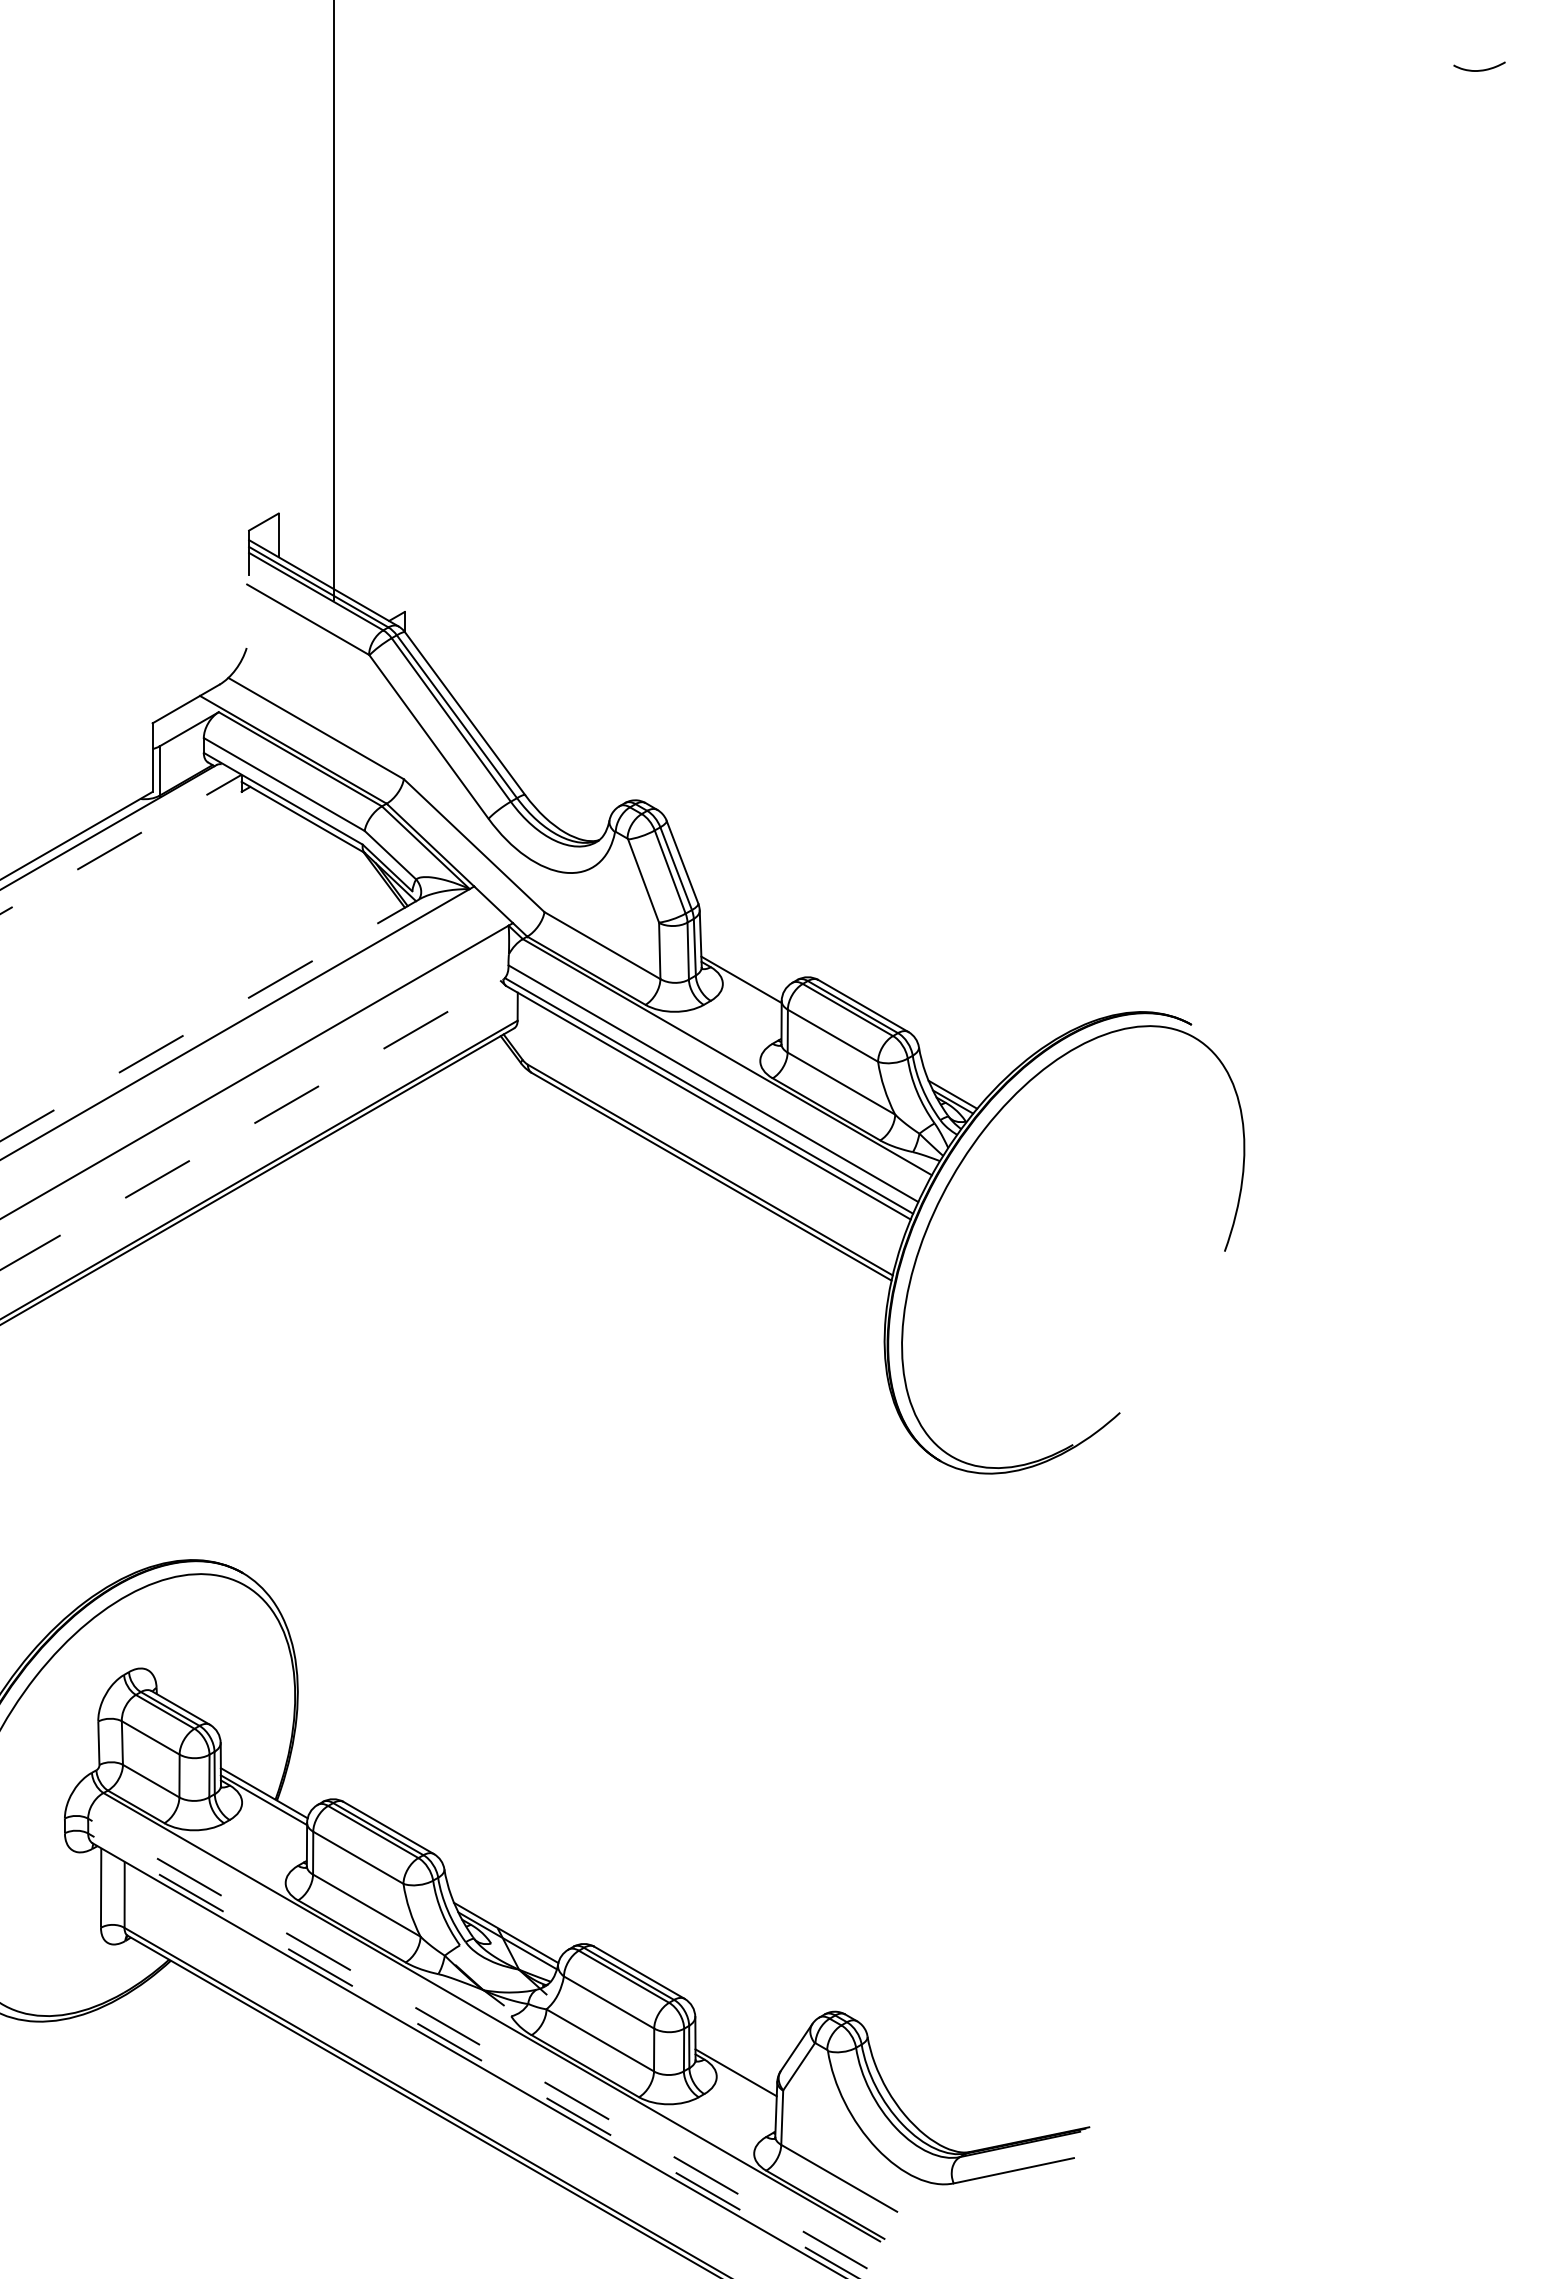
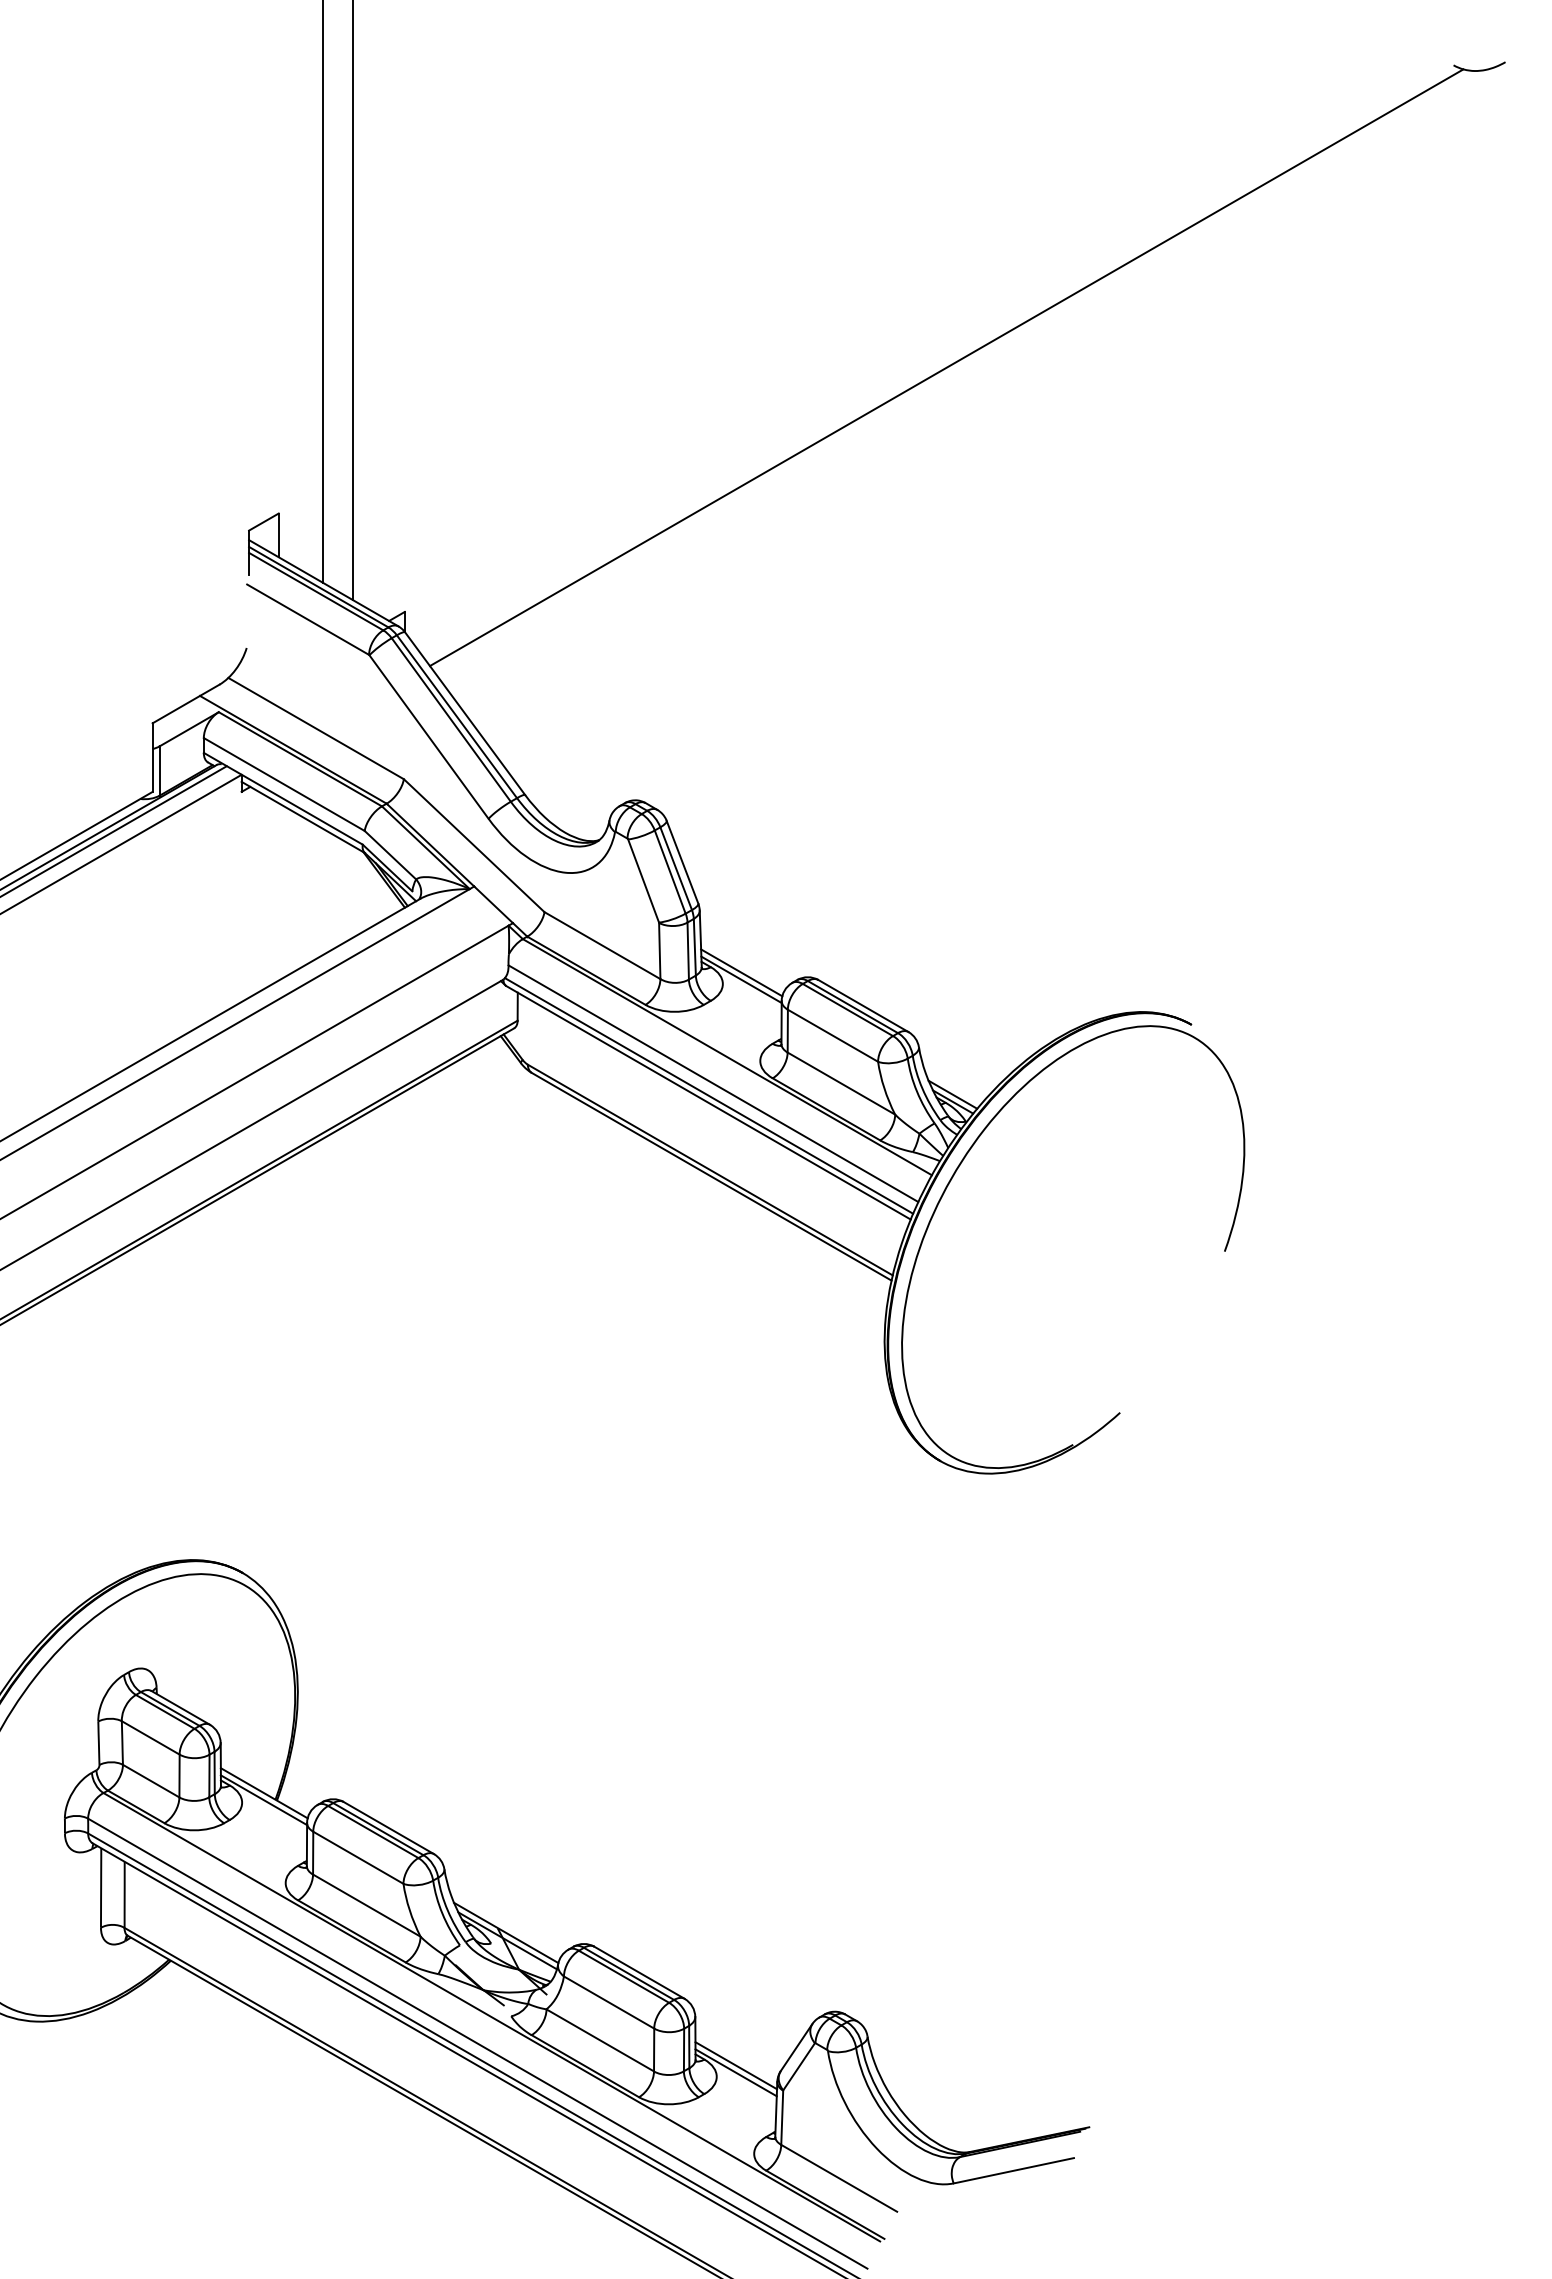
line at (323, 292): none -> present
line at (333, 301) position: (333, 301) -> (352, 301)
line at (946, 367): none -> present
line at (114, 830): none -> present
line at (121, 844): dashed -> solid
line at (741, 972): none -> present
line at (210, 1019): dashed -> solid
line at (251, 1124): dashed -> solid
line at (477, 2043): dashed -> solid
line at (473, 2055): dashed -> solid
line at (736, 2065): none -> present
